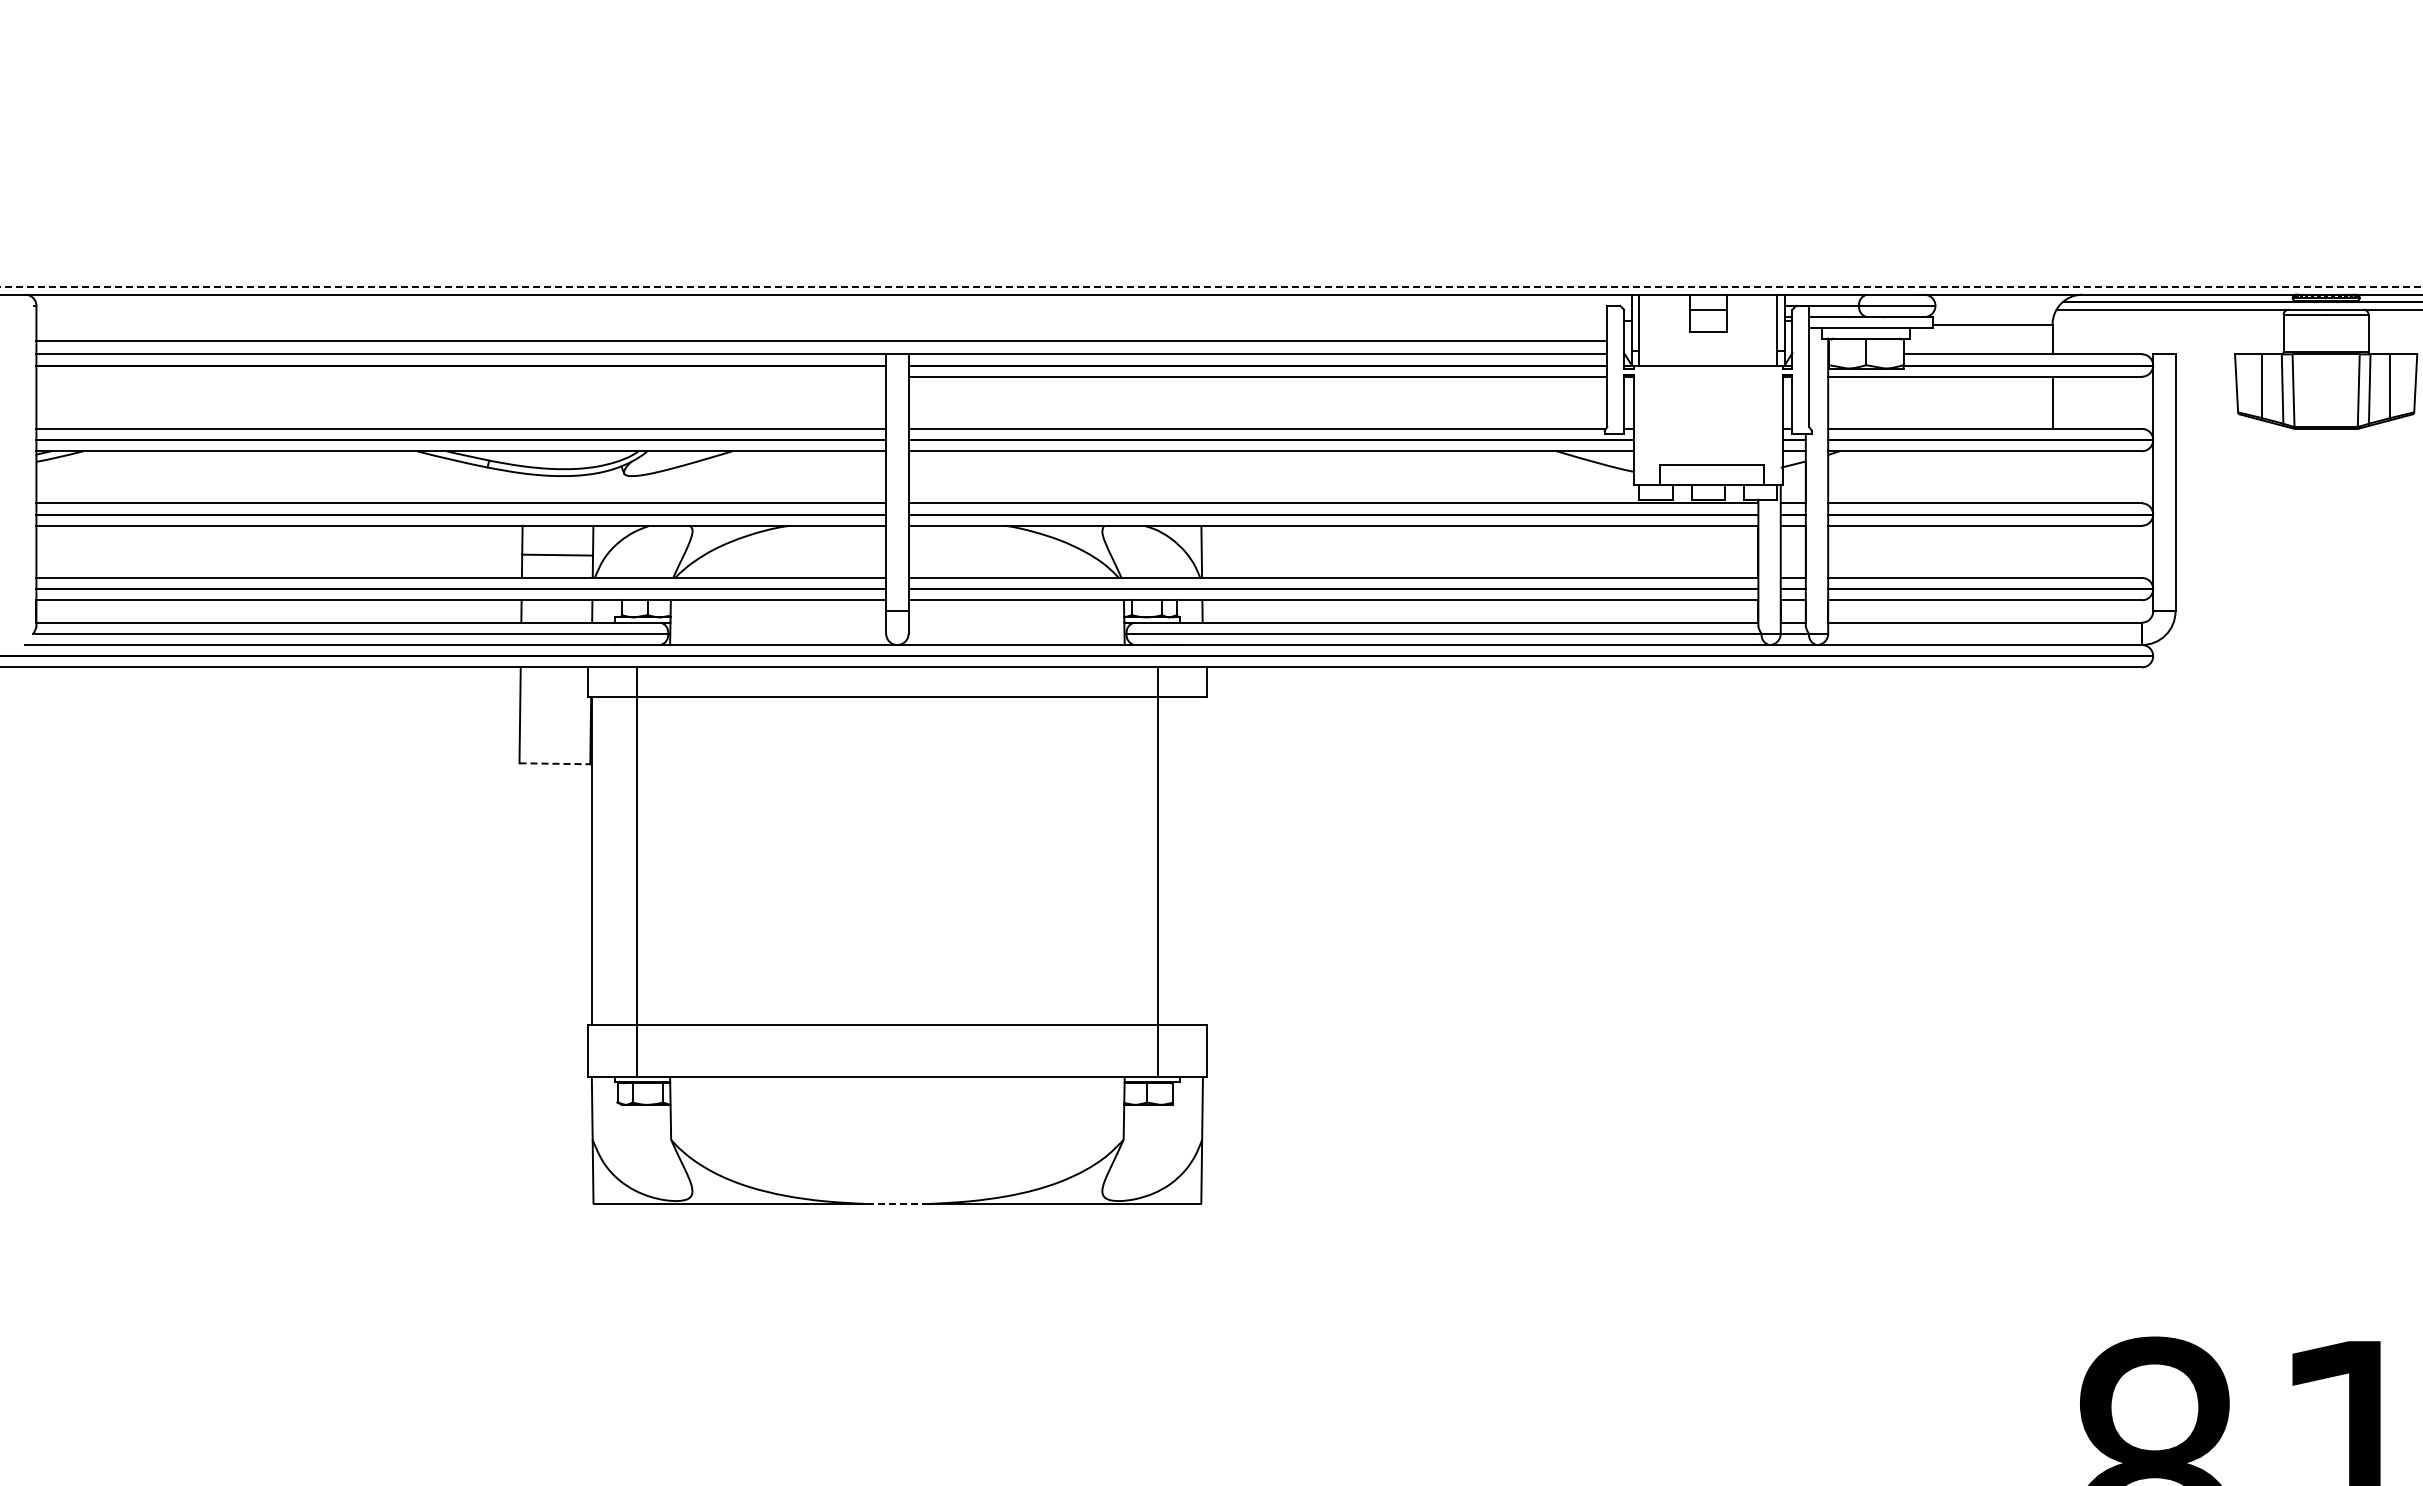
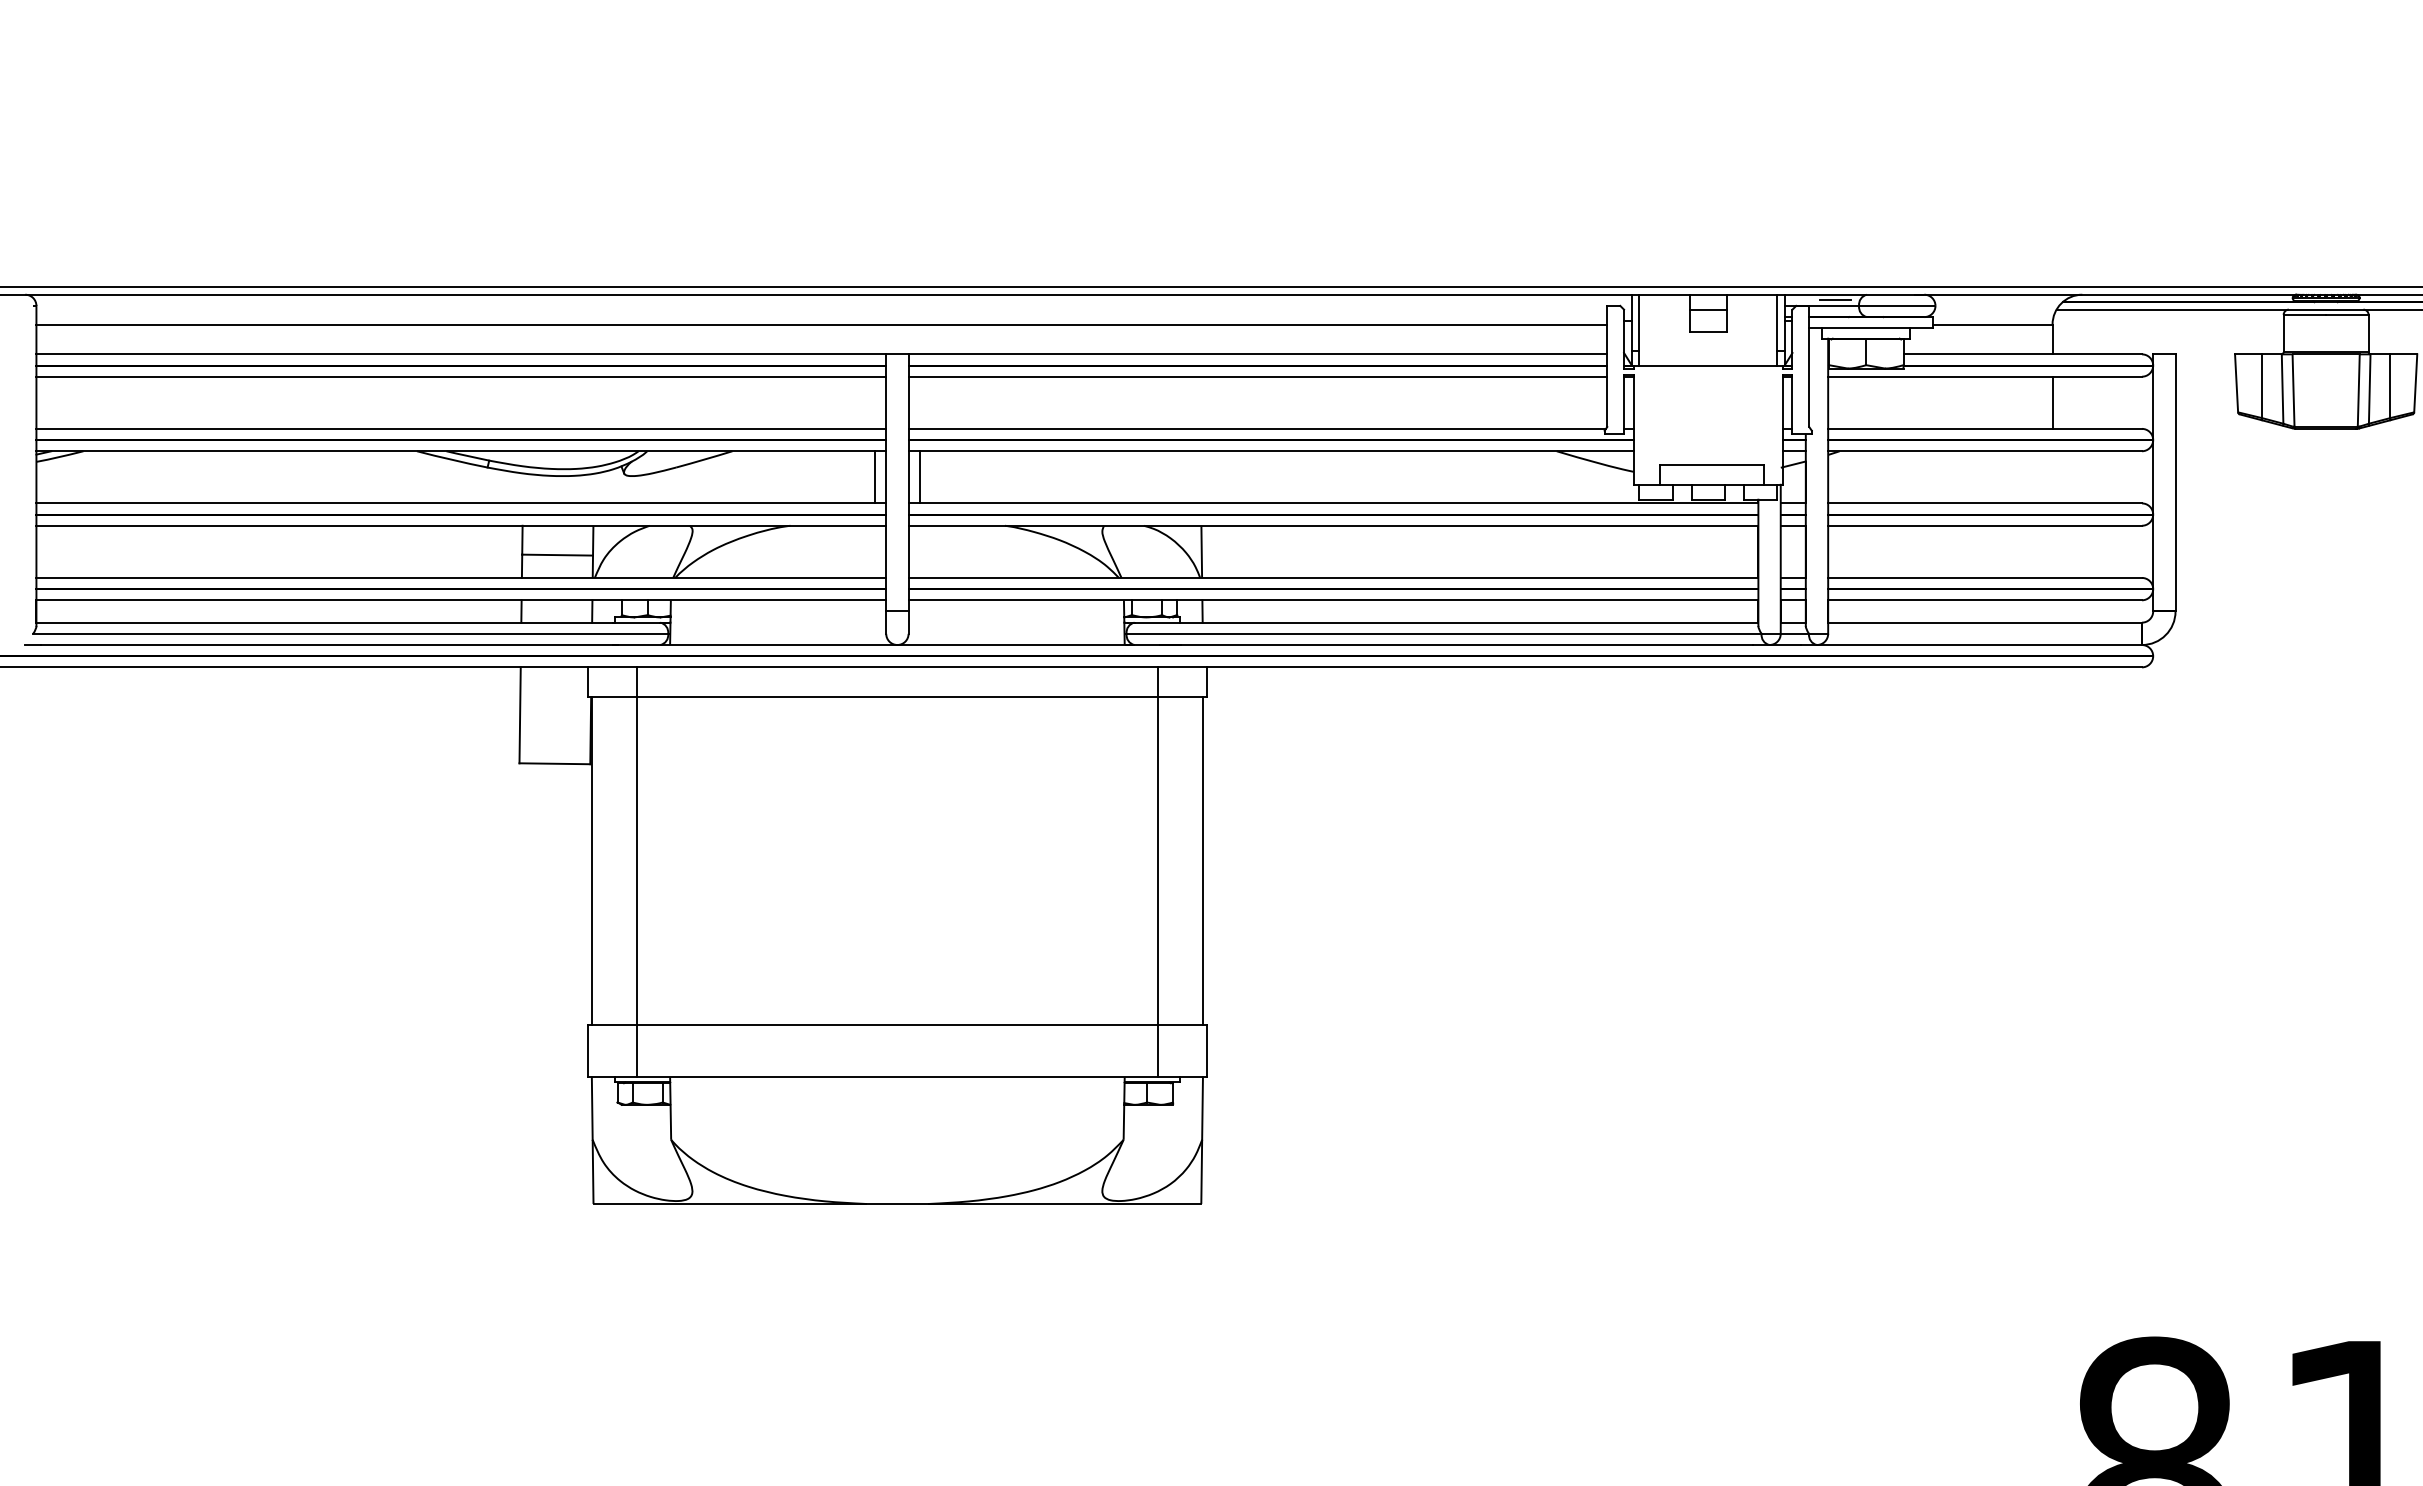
line at (1212, 287): dashed -> solid
line at (1835, 300): none -> present
line at (821, 340) position: (821, 340) -> (821, 324)
line at (461, 376): none -> present
line at (875, 477): none -> present
line at (919, 477): none -> present
line at (555, 763): dashed -> solid
line at (1202, 861): none -> present
line at (897, 1203): dashed -> solid
